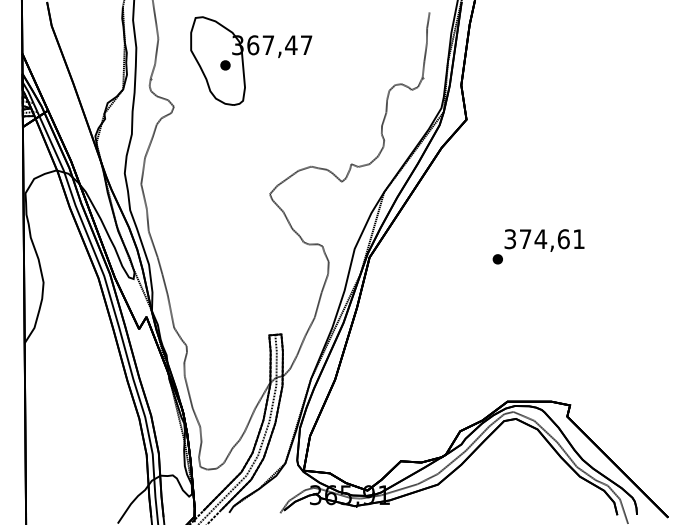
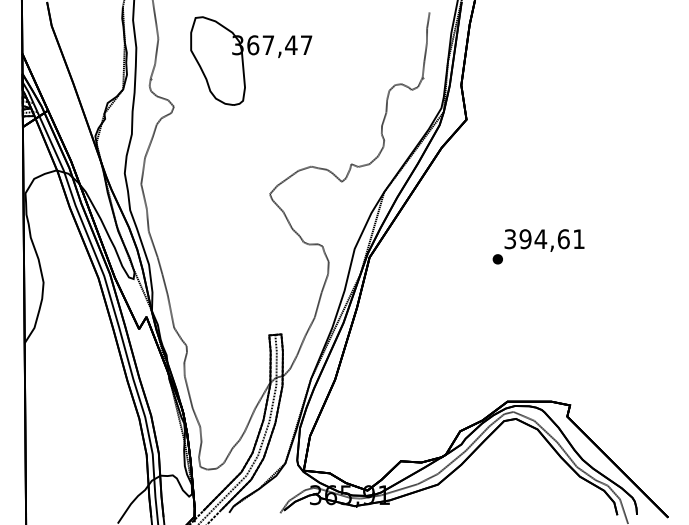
part at (225, 65): present -> none
text at (525, 239): 374,61 -> 394,61
